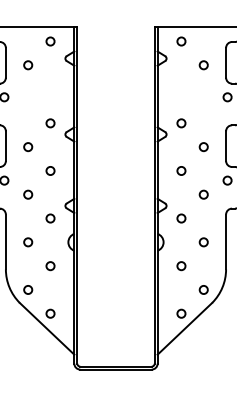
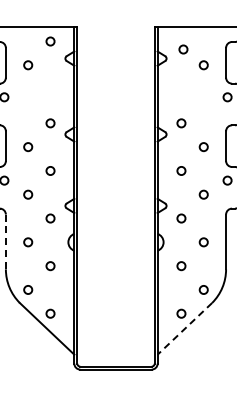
circle at (181, 41) position: (181, 41) -> (183, 49)
line at (5, 242): solid -> dashed
line at (184, 328): solid -> dashed
